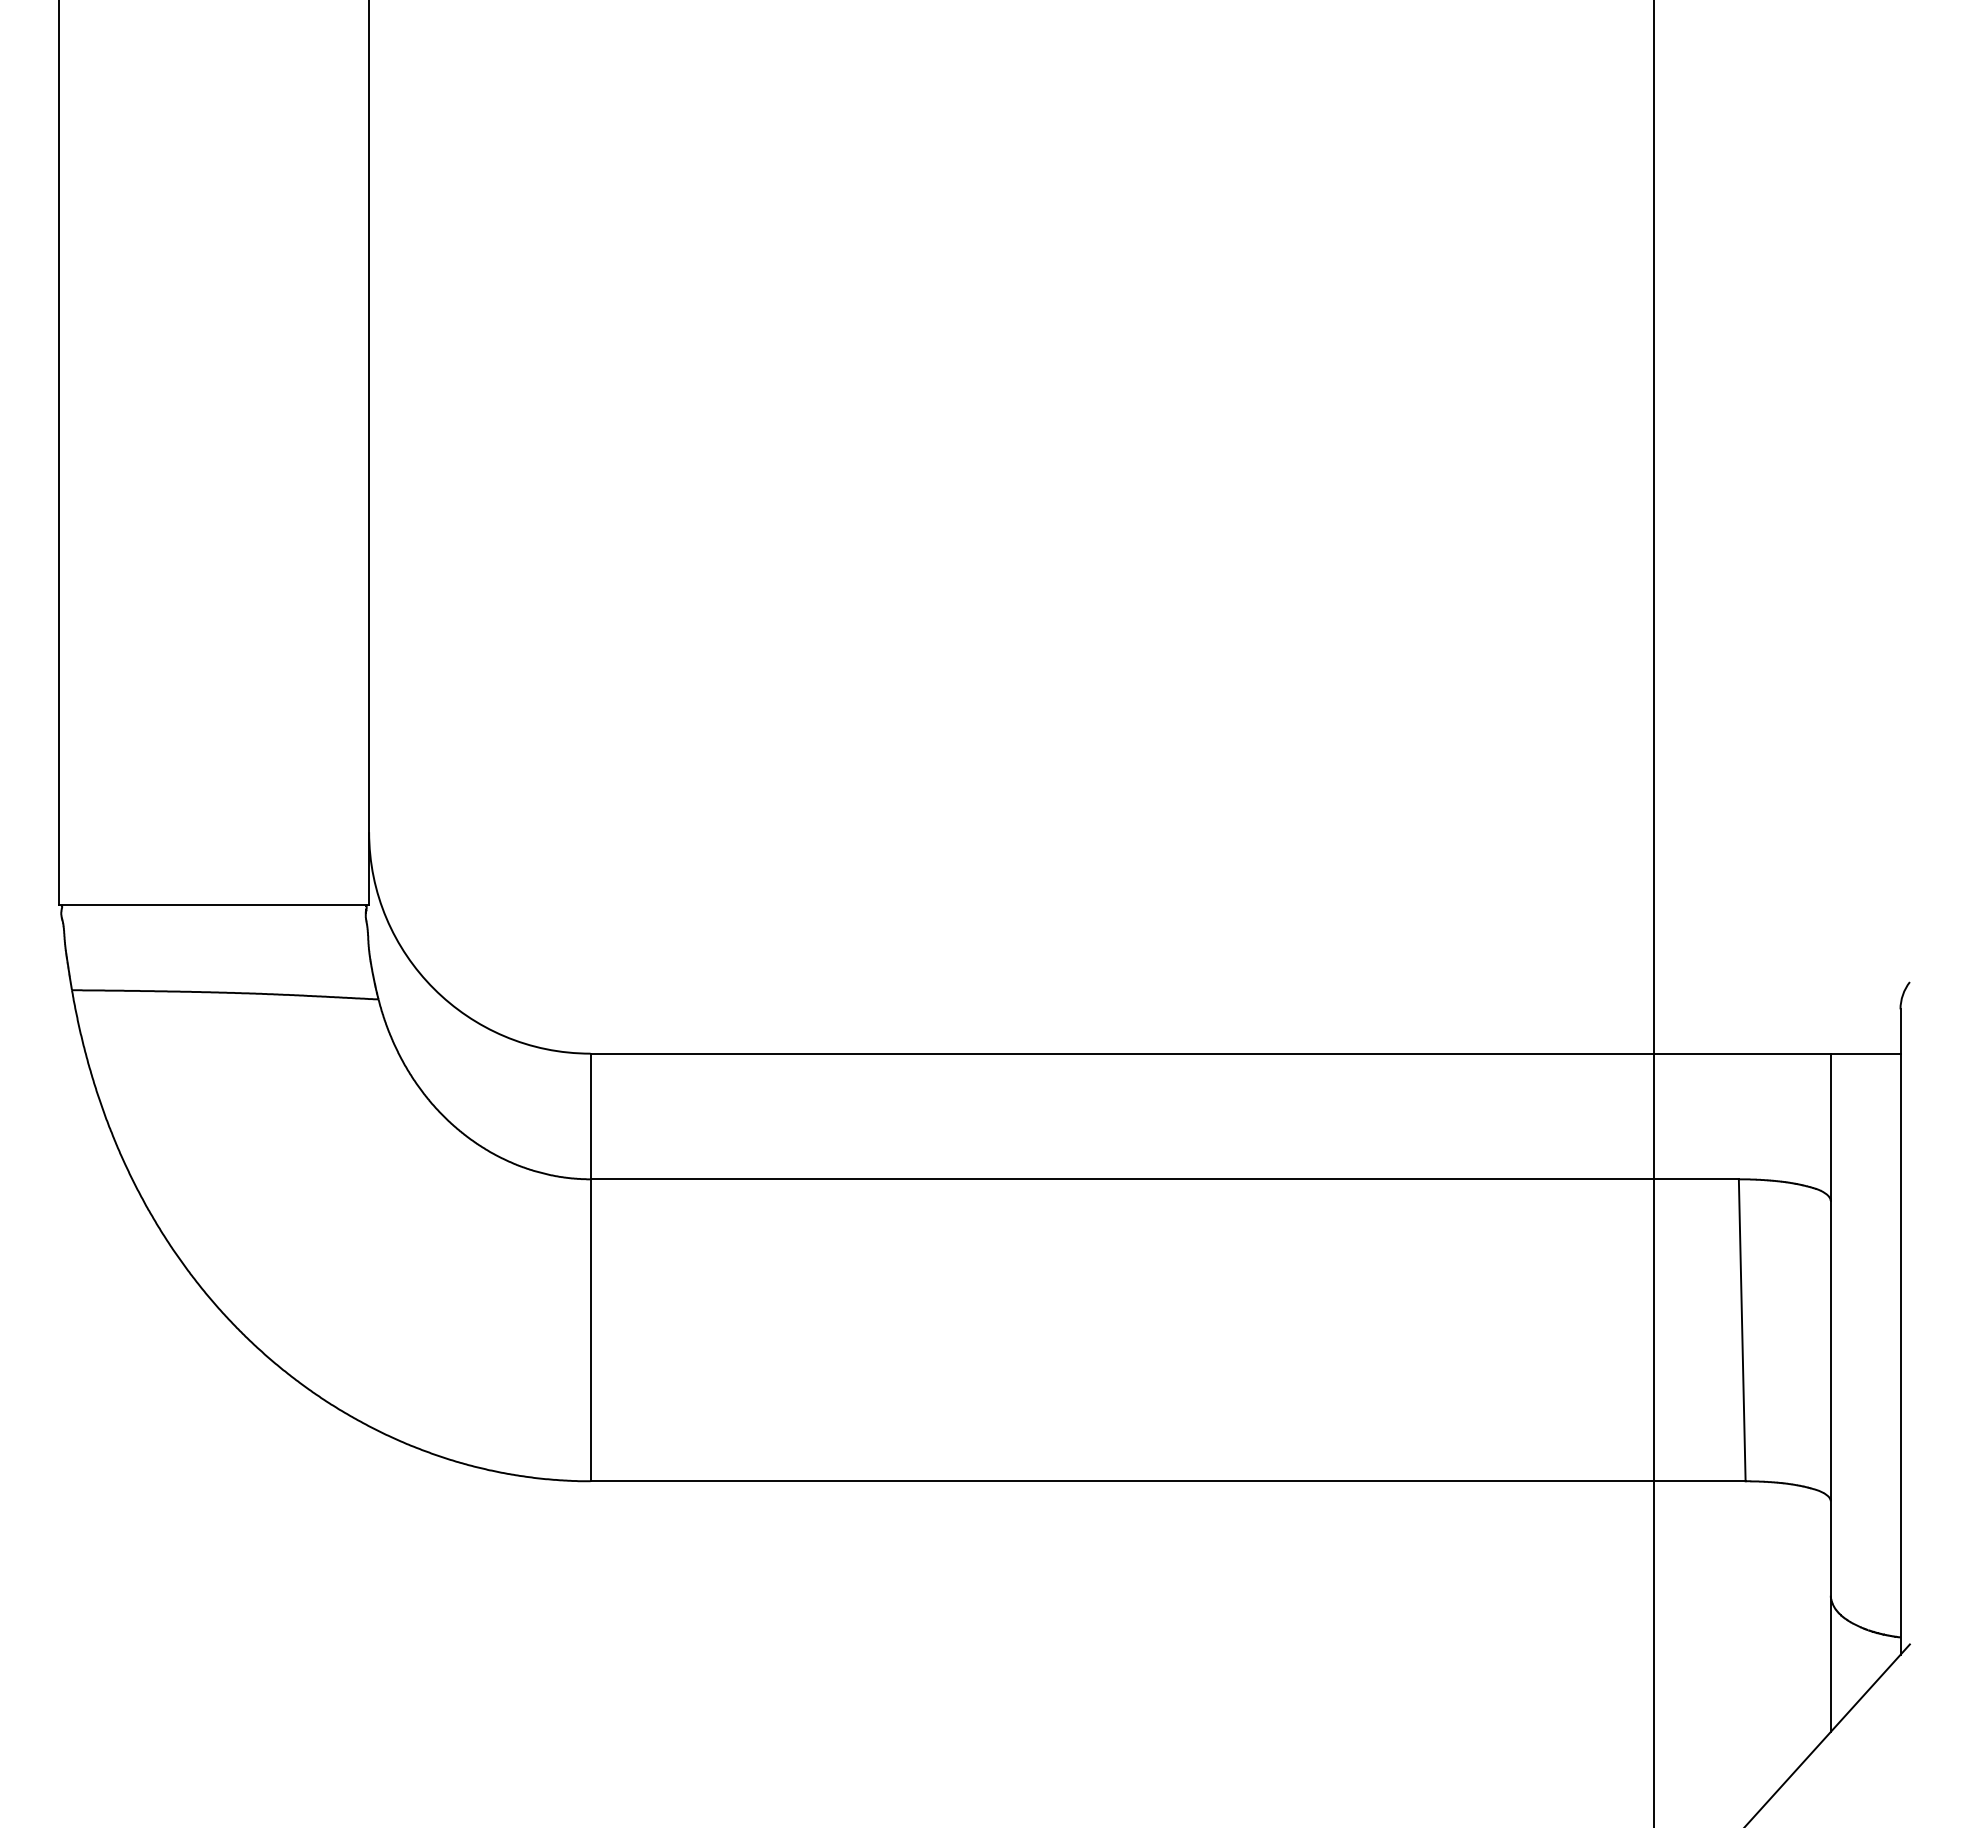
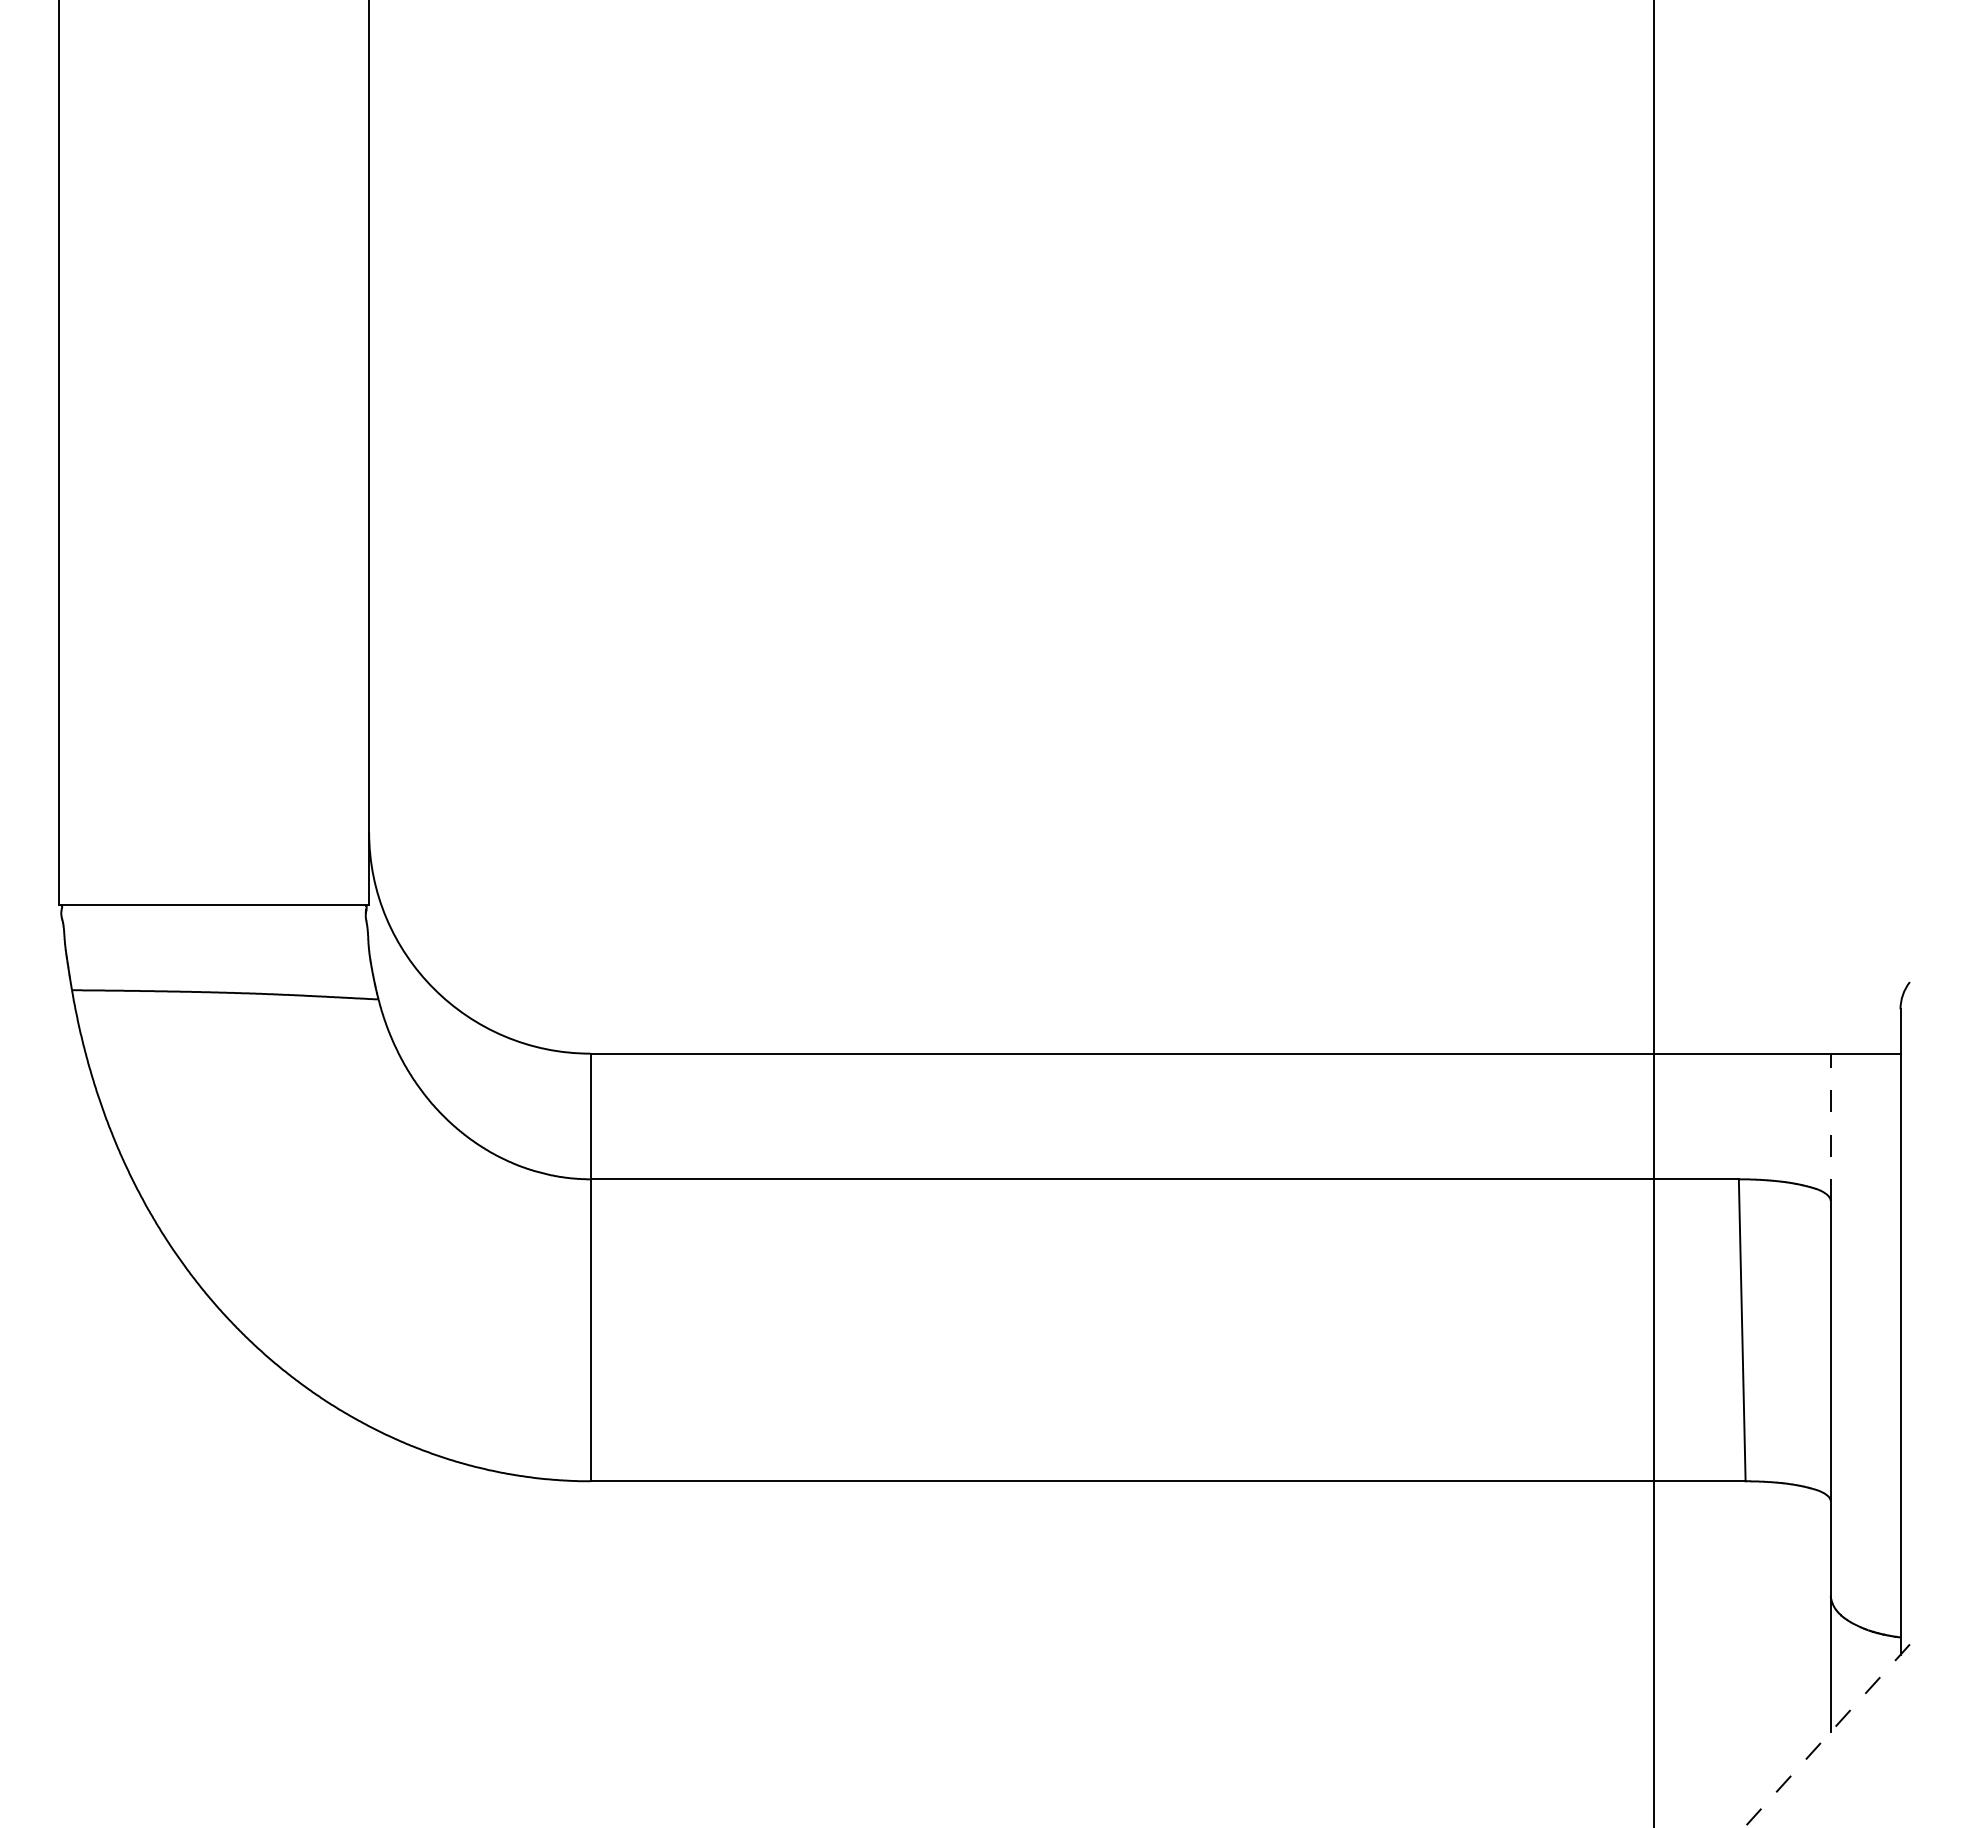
line at (1830, 1127): solid -> dashed
line at (1827, 1736): solid -> dashed
